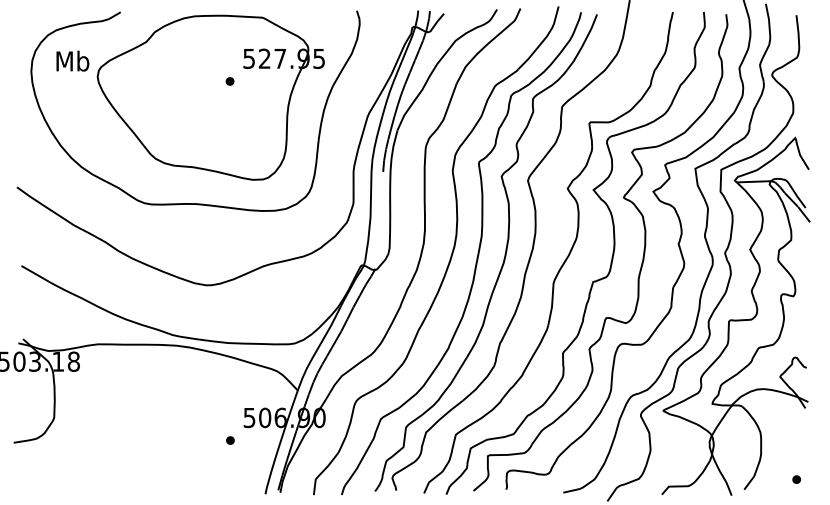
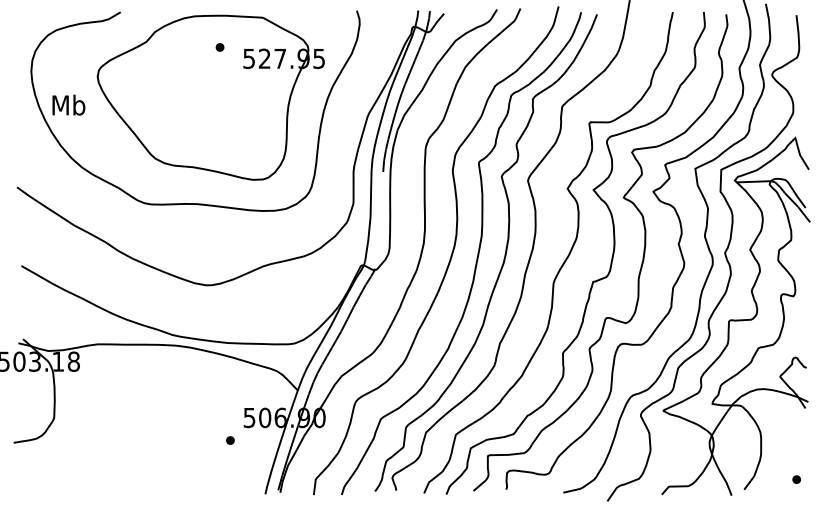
text at (72, 60) position: (72, 60) -> (68, 104)
part at (229, 81) position: (229, 81) -> (219, 47)
